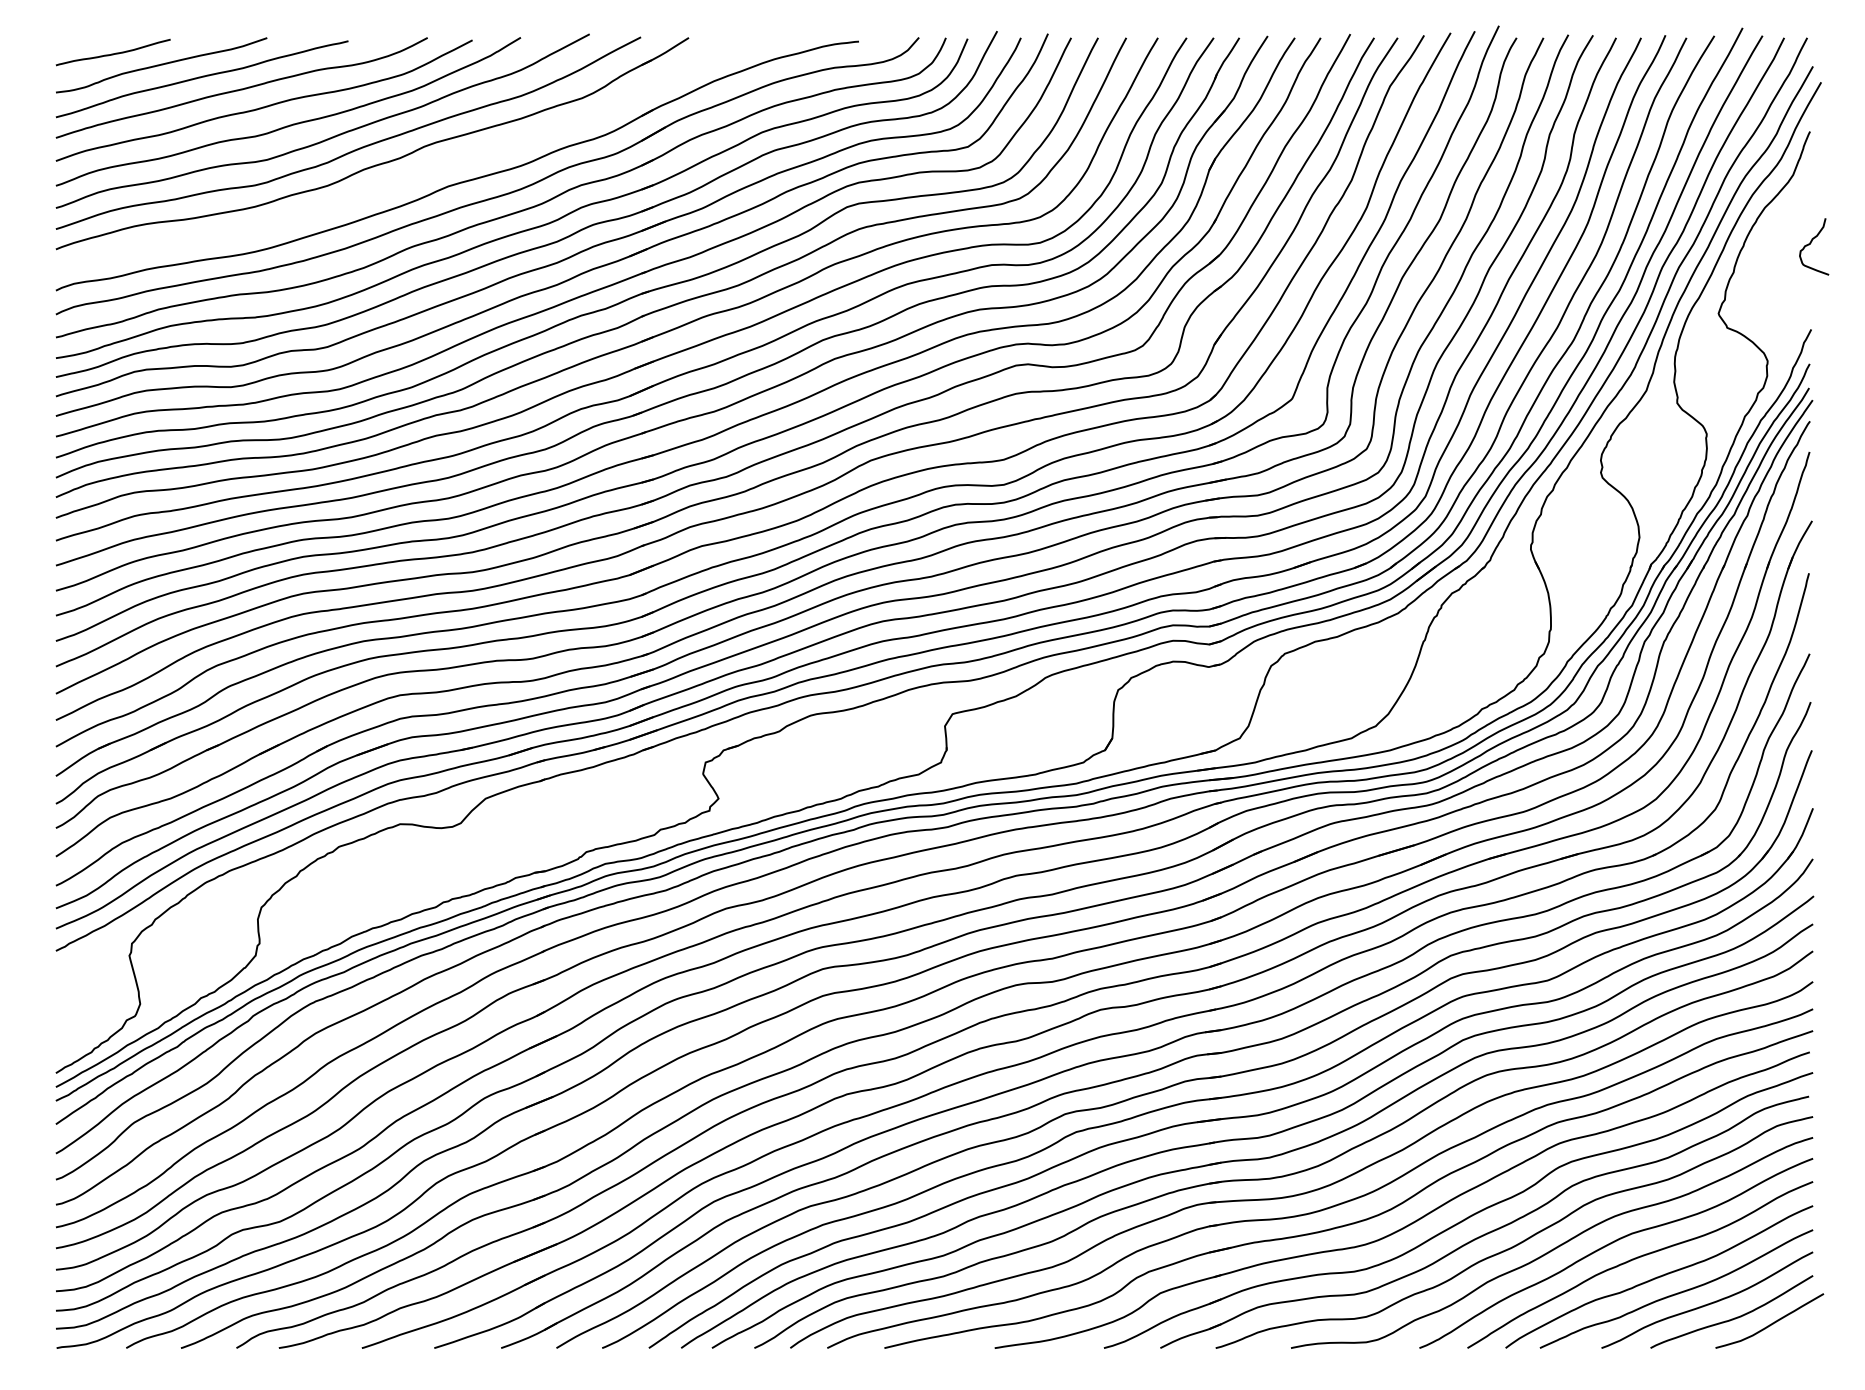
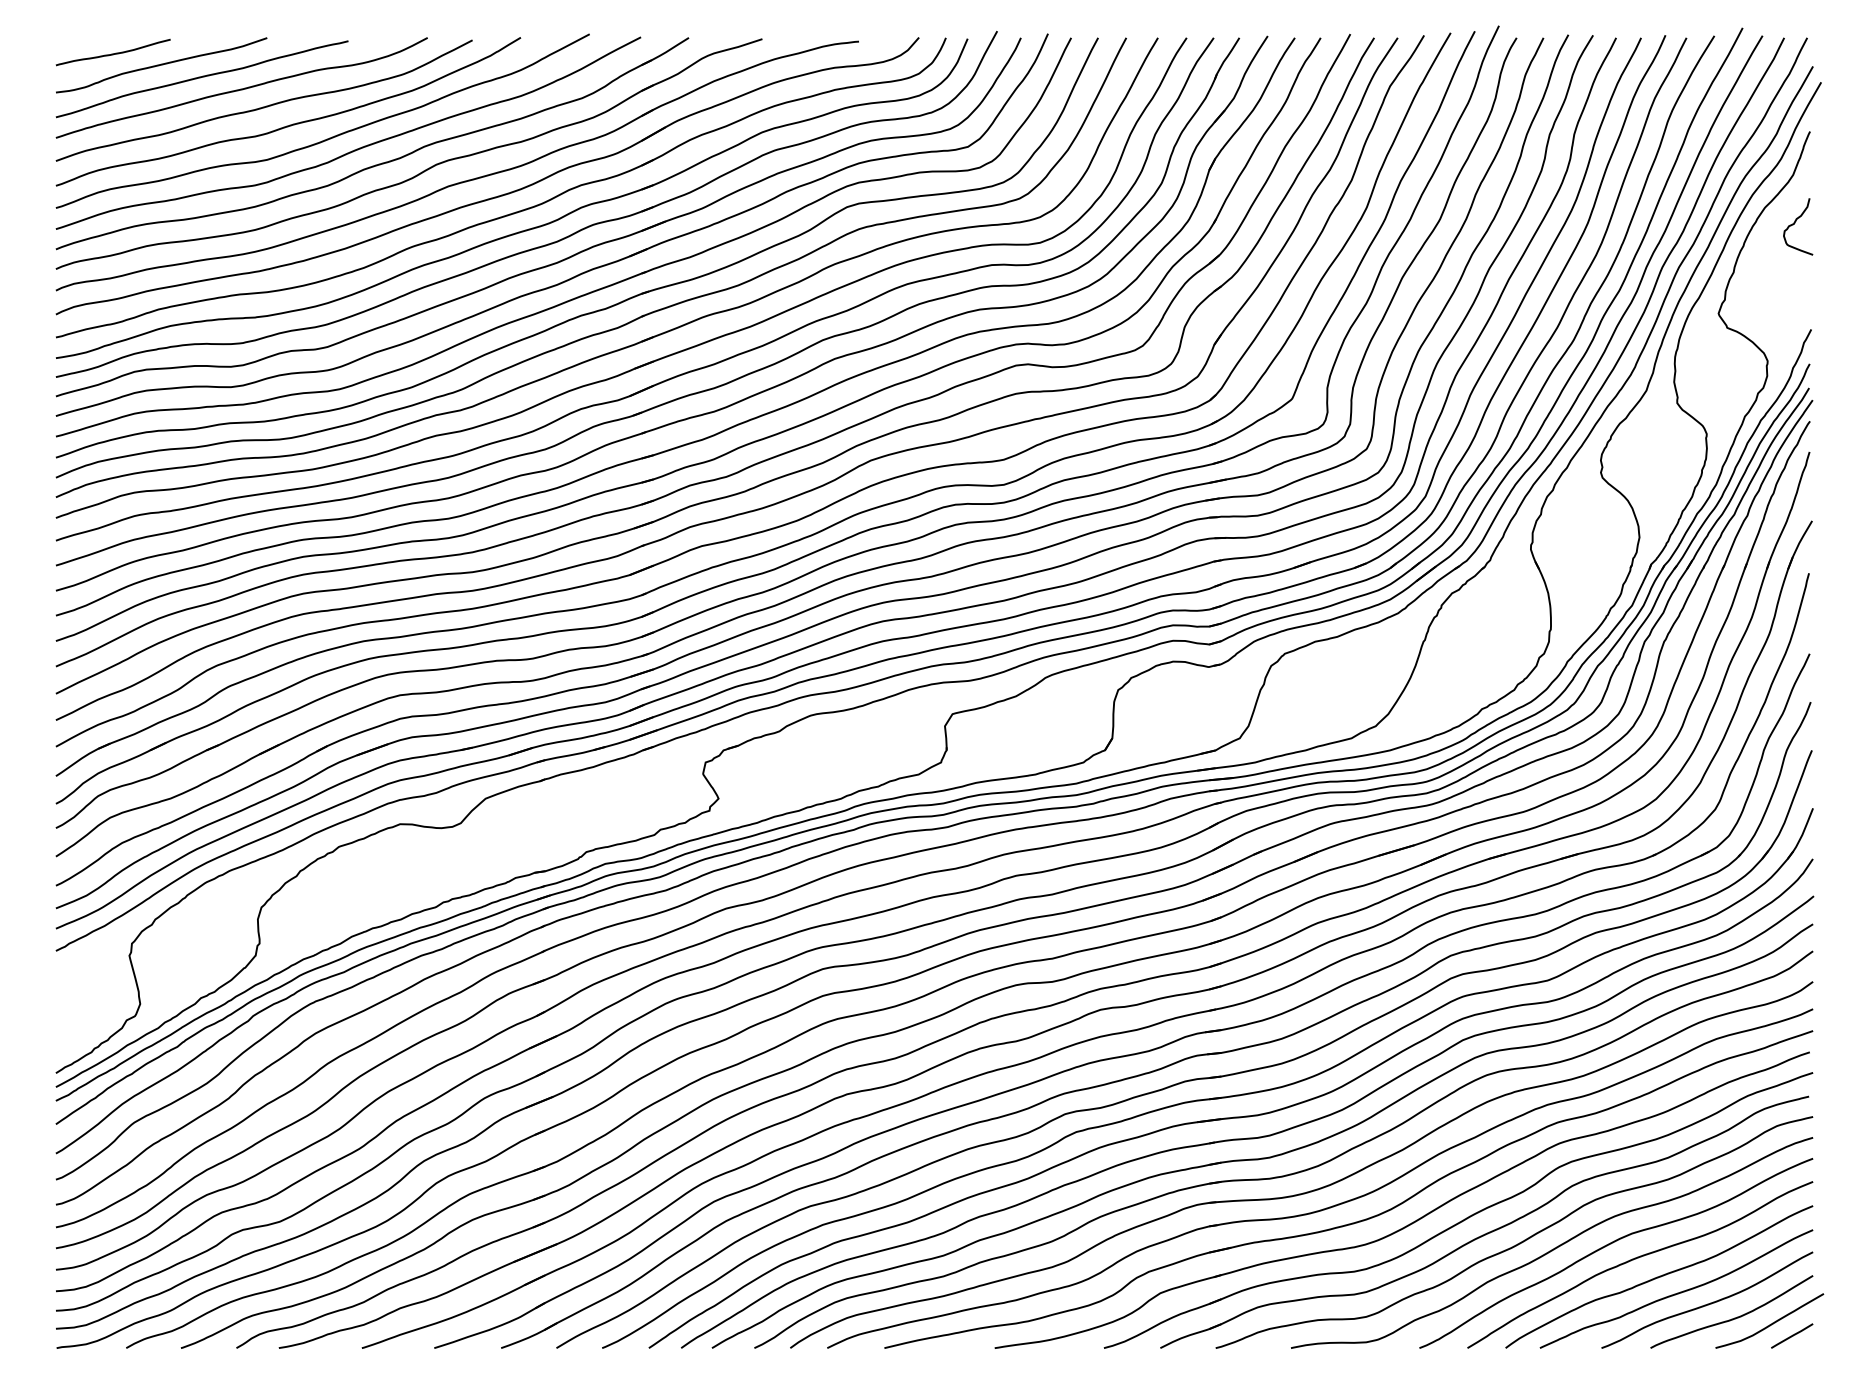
part at (421, 171): none -> present
curve at (1811, 243) position: (1811, 243) -> (1795, 223)
line at (1792, 1335): none -> present
